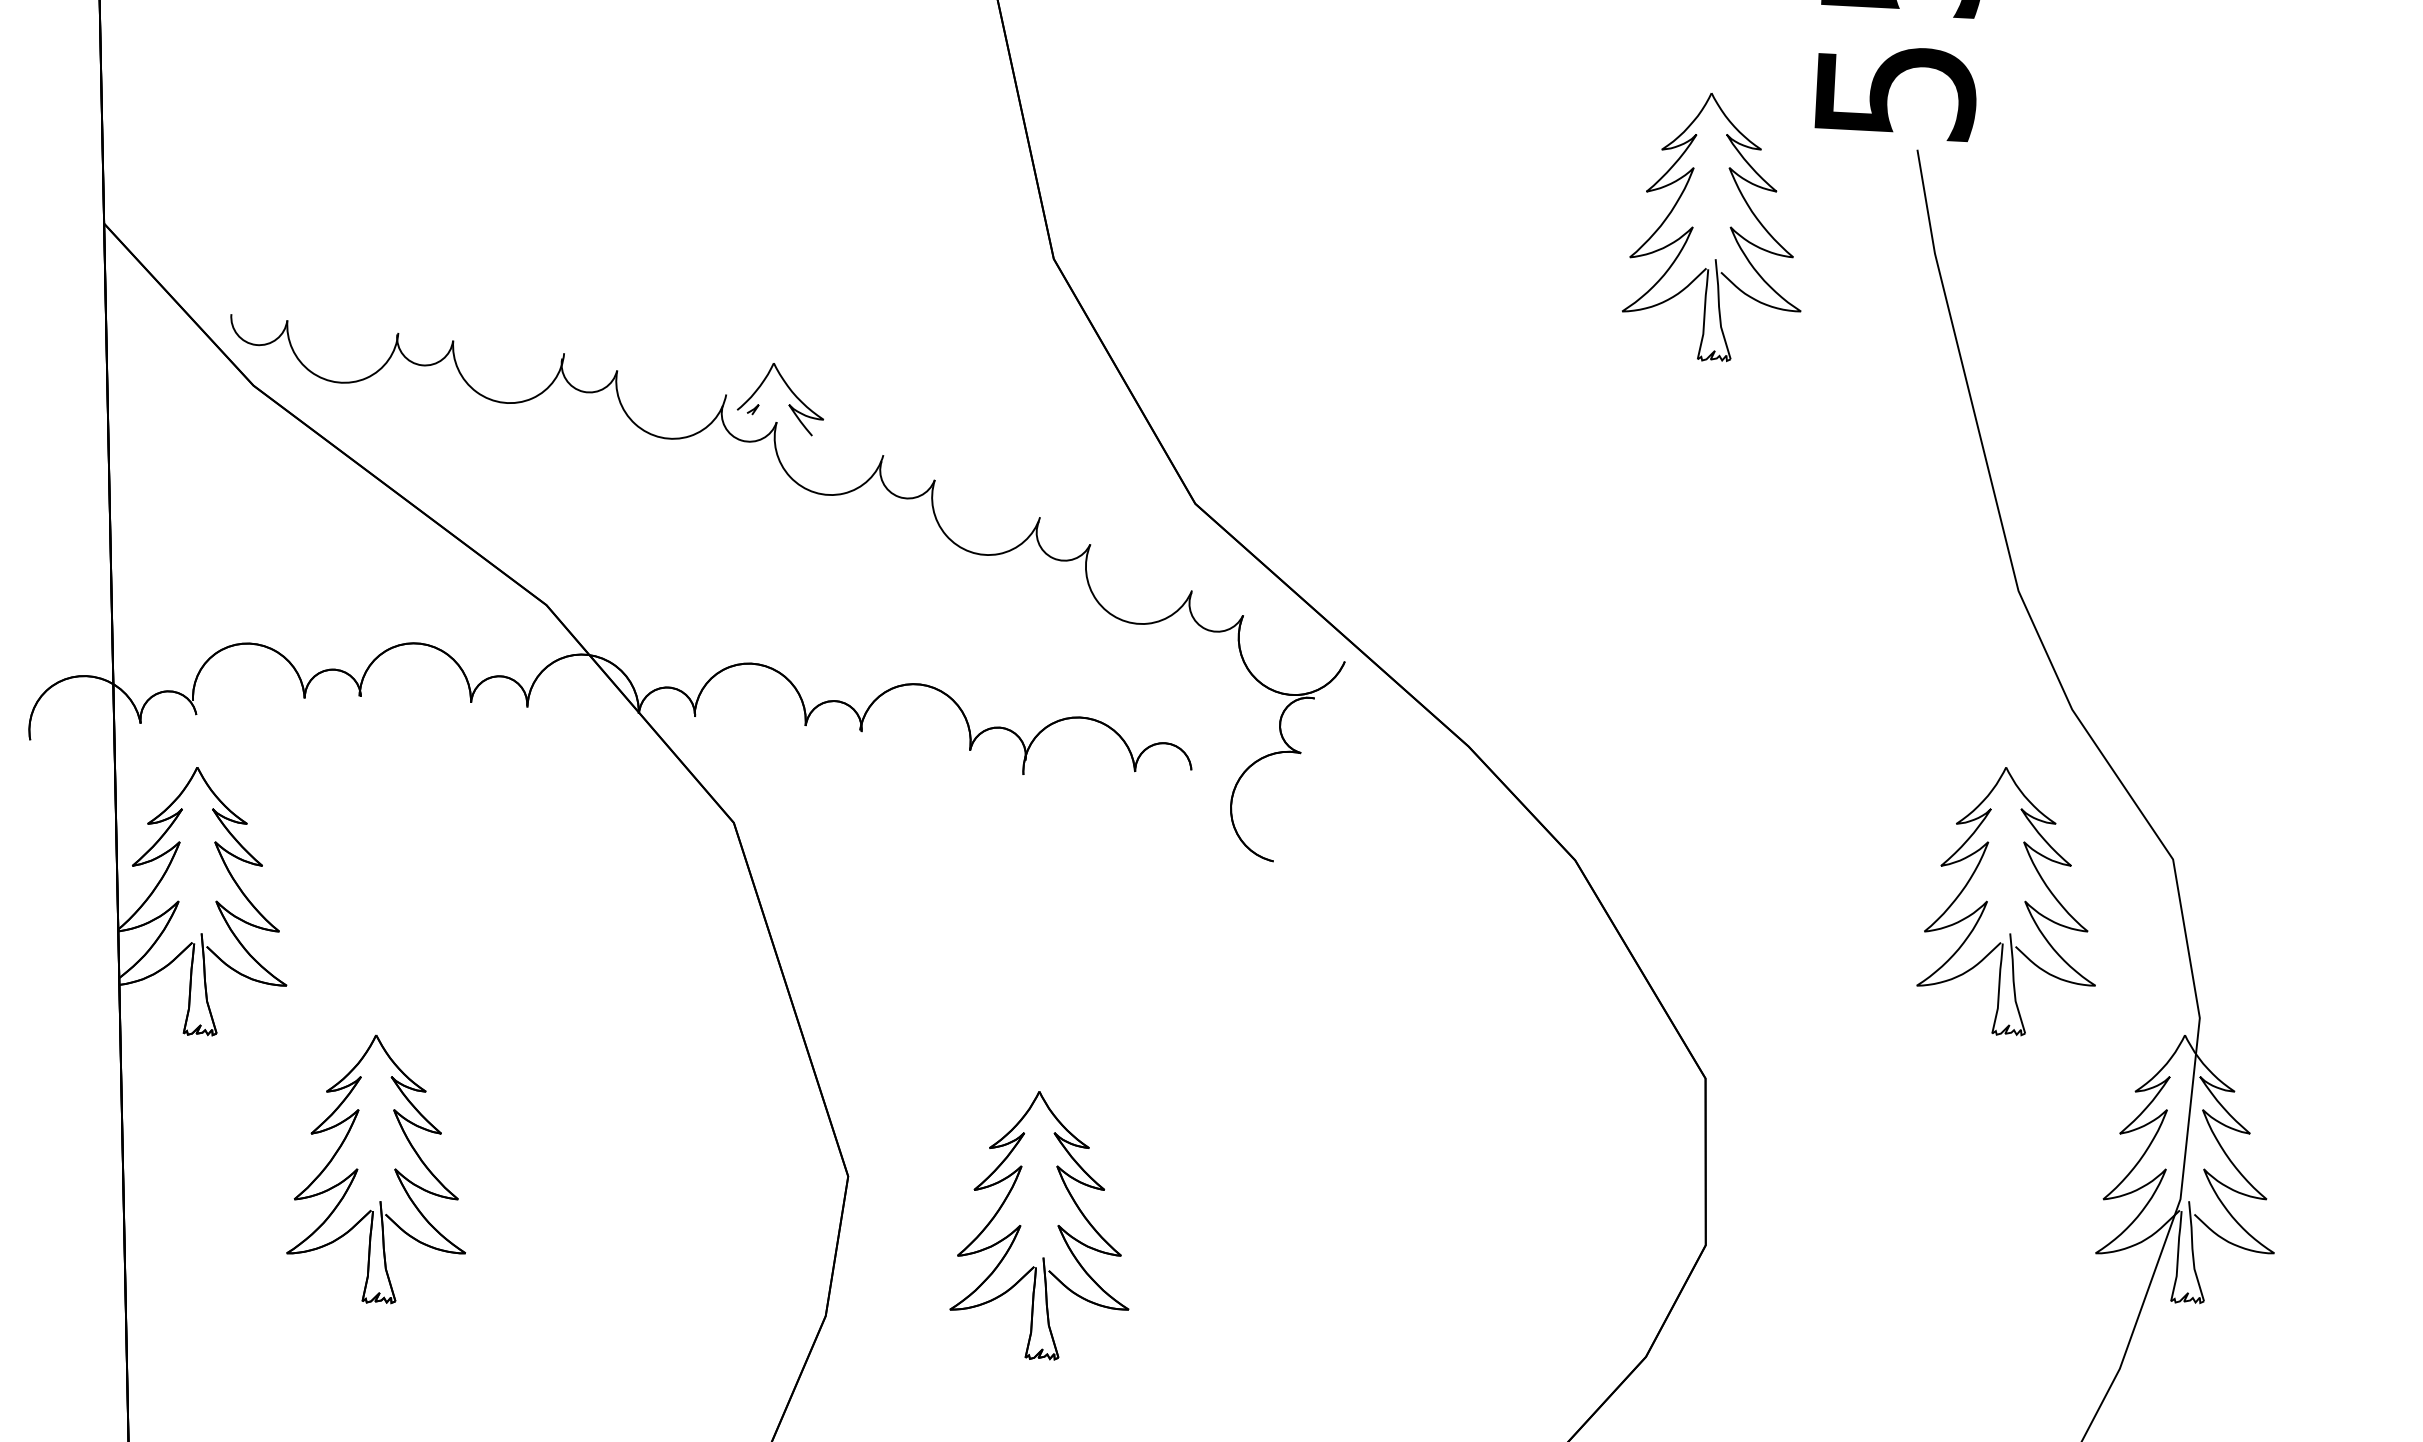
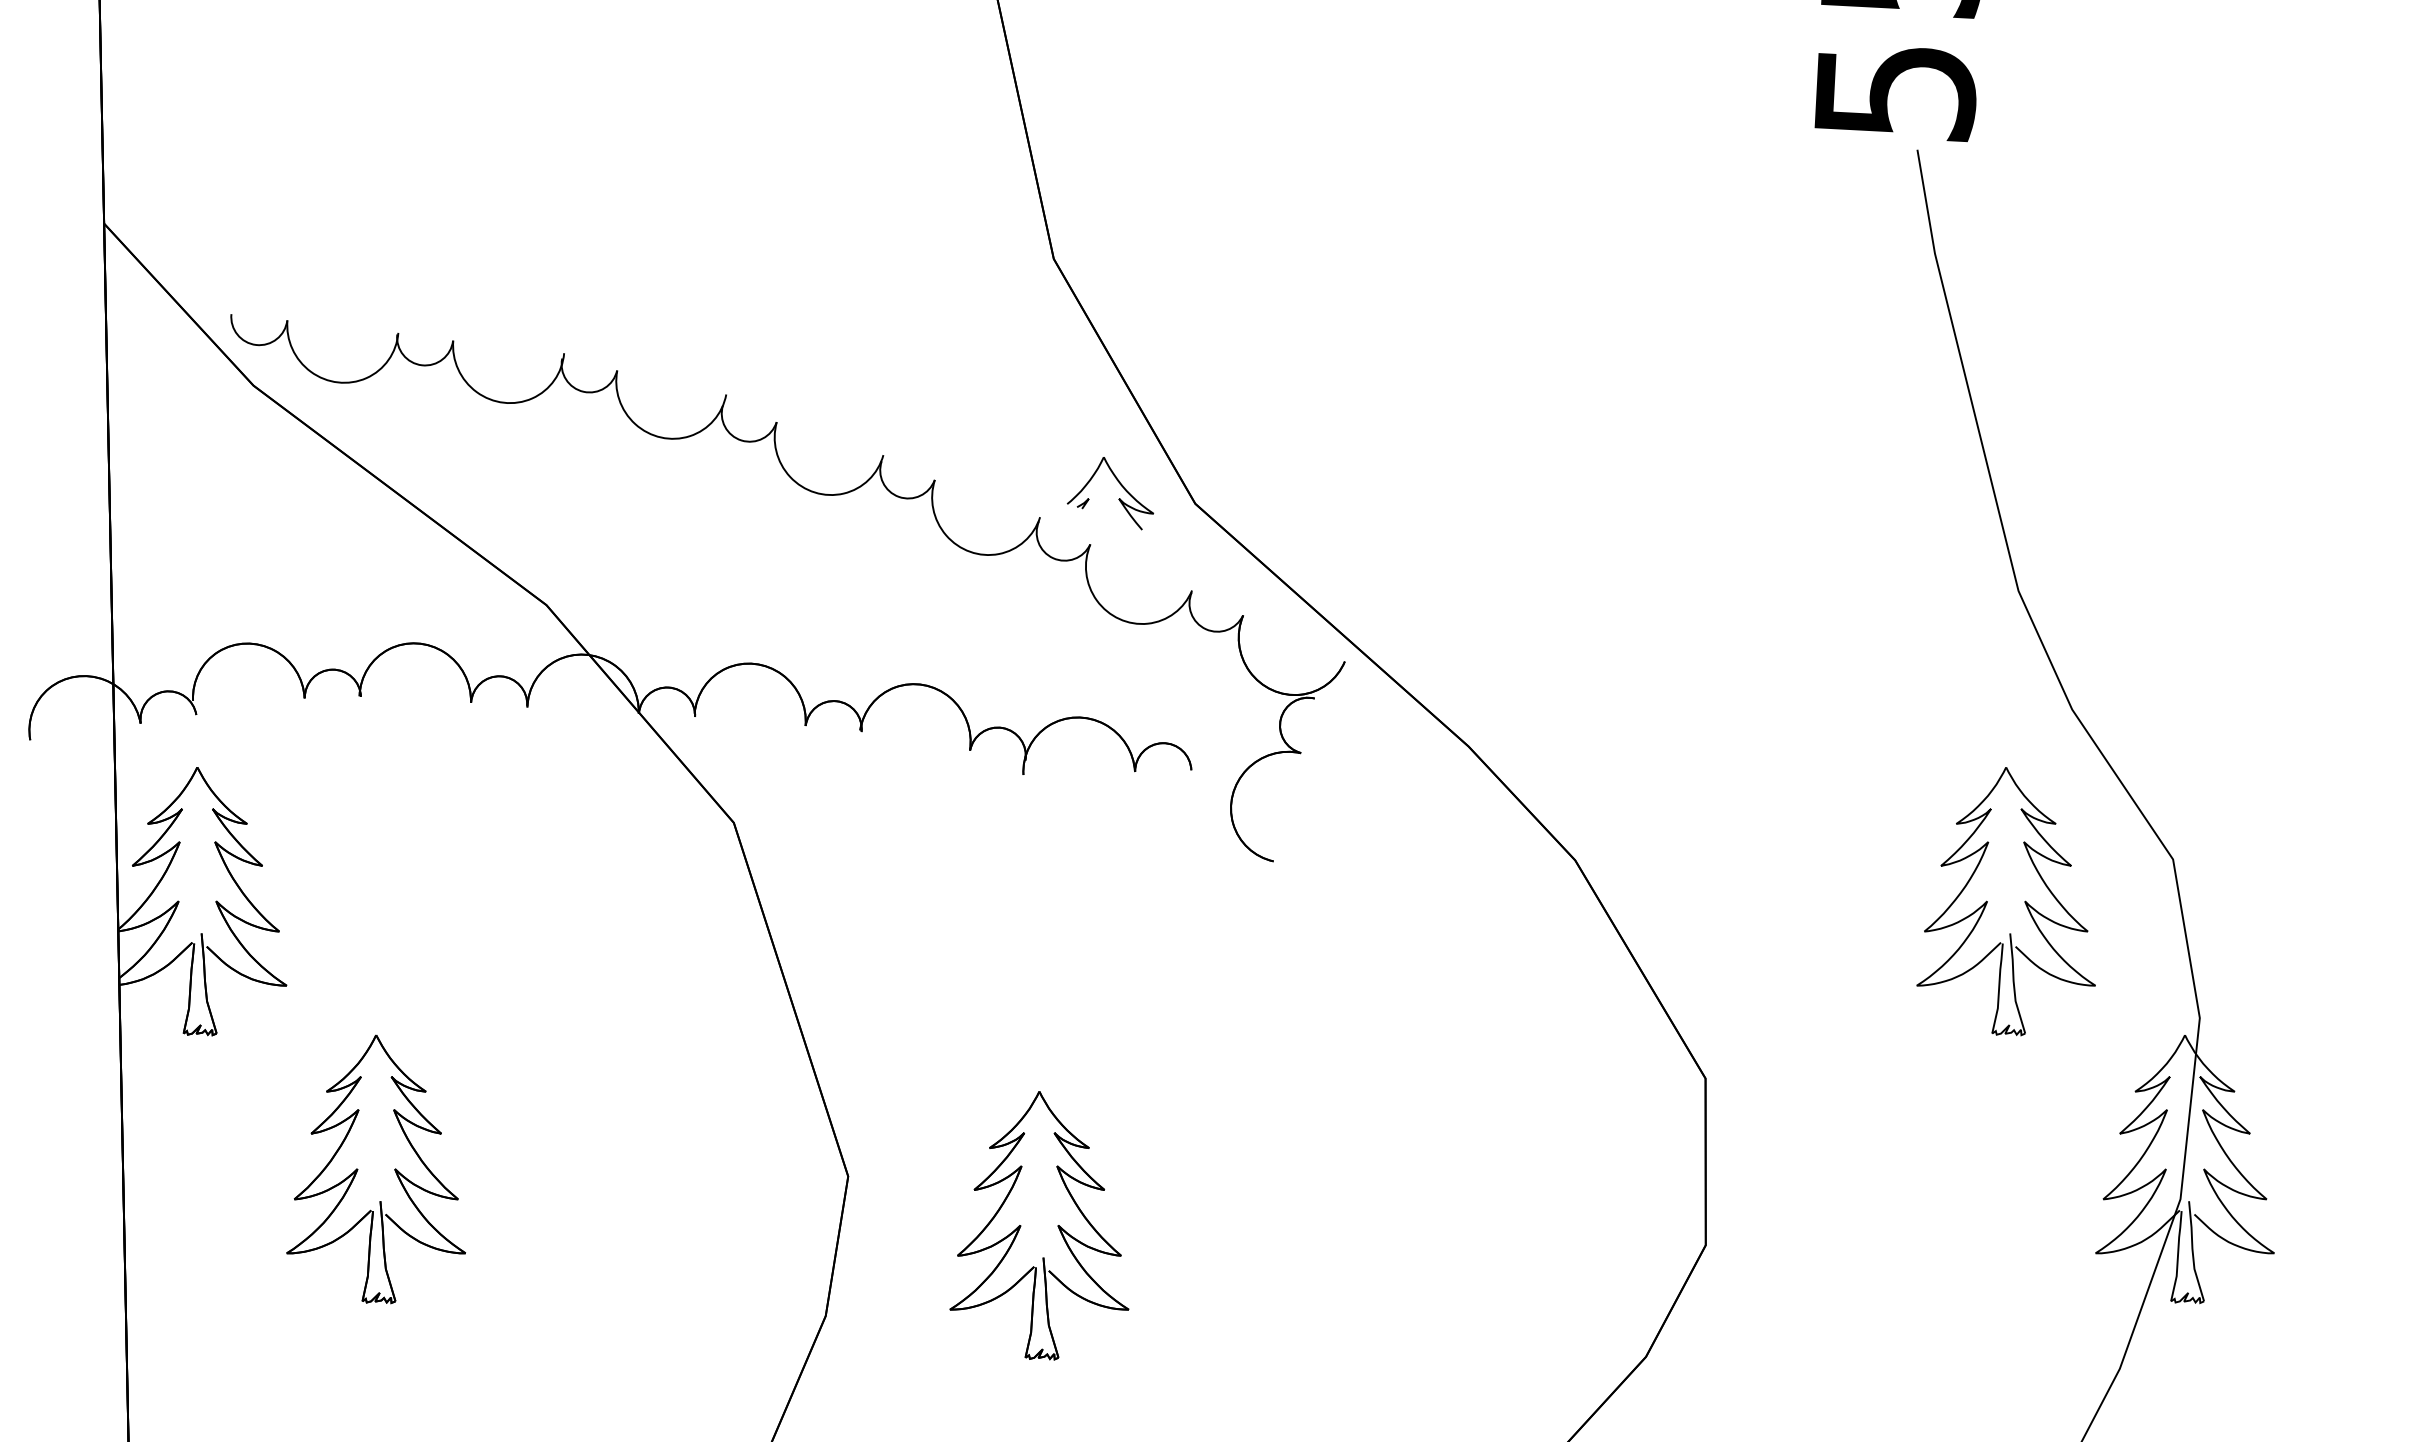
part at (1693, 227): present -> none
part at (788, 405) position: (788, 405) -> (1118, 499)
